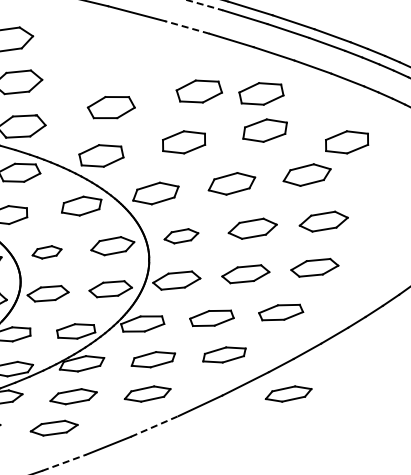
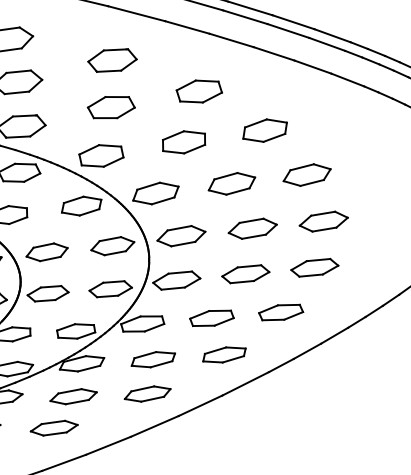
line at (205, 5): dashed -> solid
line at (186, 27): dashed -> solid
part at (112, 60): none -> present
part at (261, 93): present -> none
part at (347, 142): present -> none
part at (181, 236) size: 37x17 px -> 51x23 px
part at (46, 252) size: 32x15 px -> 44x21 px
part at (288, 393): present -> none
line at (155, 426): dashed -> solid
line at (64, 462): dashed -> solid
